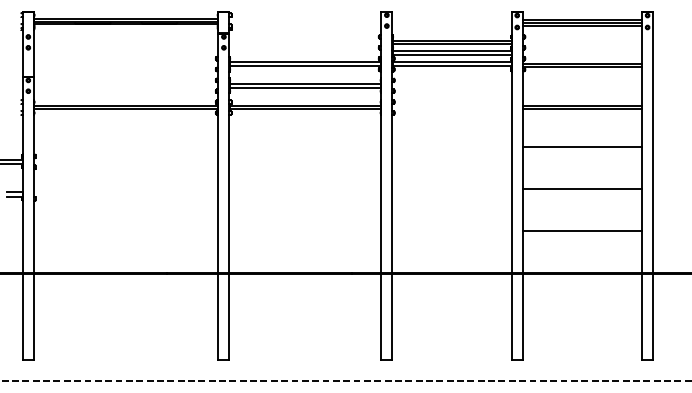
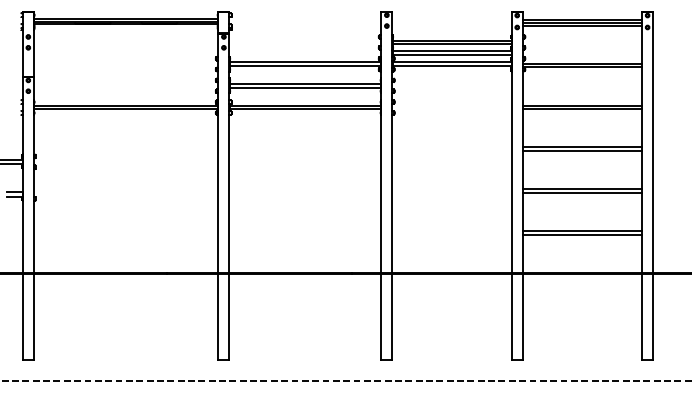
line at (582, 151): none -> present
line at (582, 192): none -> present
line at (582, 234): none -> present
